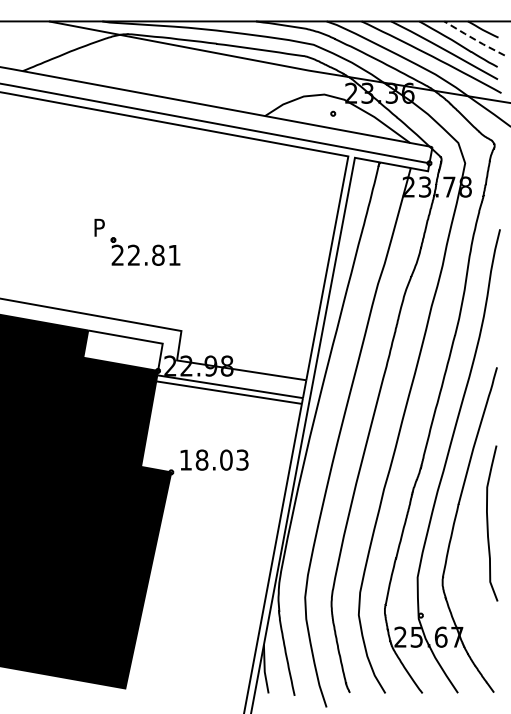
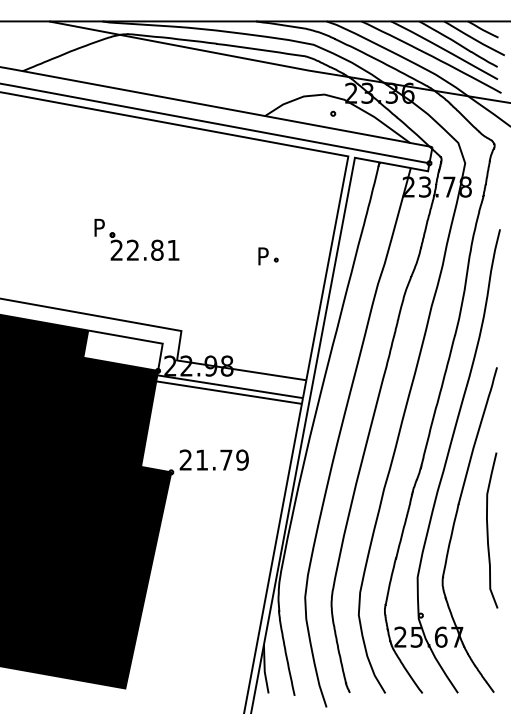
line at (473, 38): dashed -> solid
part at (145, 251) position: (145, 251) -> (144, 246)
part at (268, 256): none -> present
text at (213, 459): 18.03 -> 21.79
curve at (488, 523) position: (488, 523) -> (488, 530)
